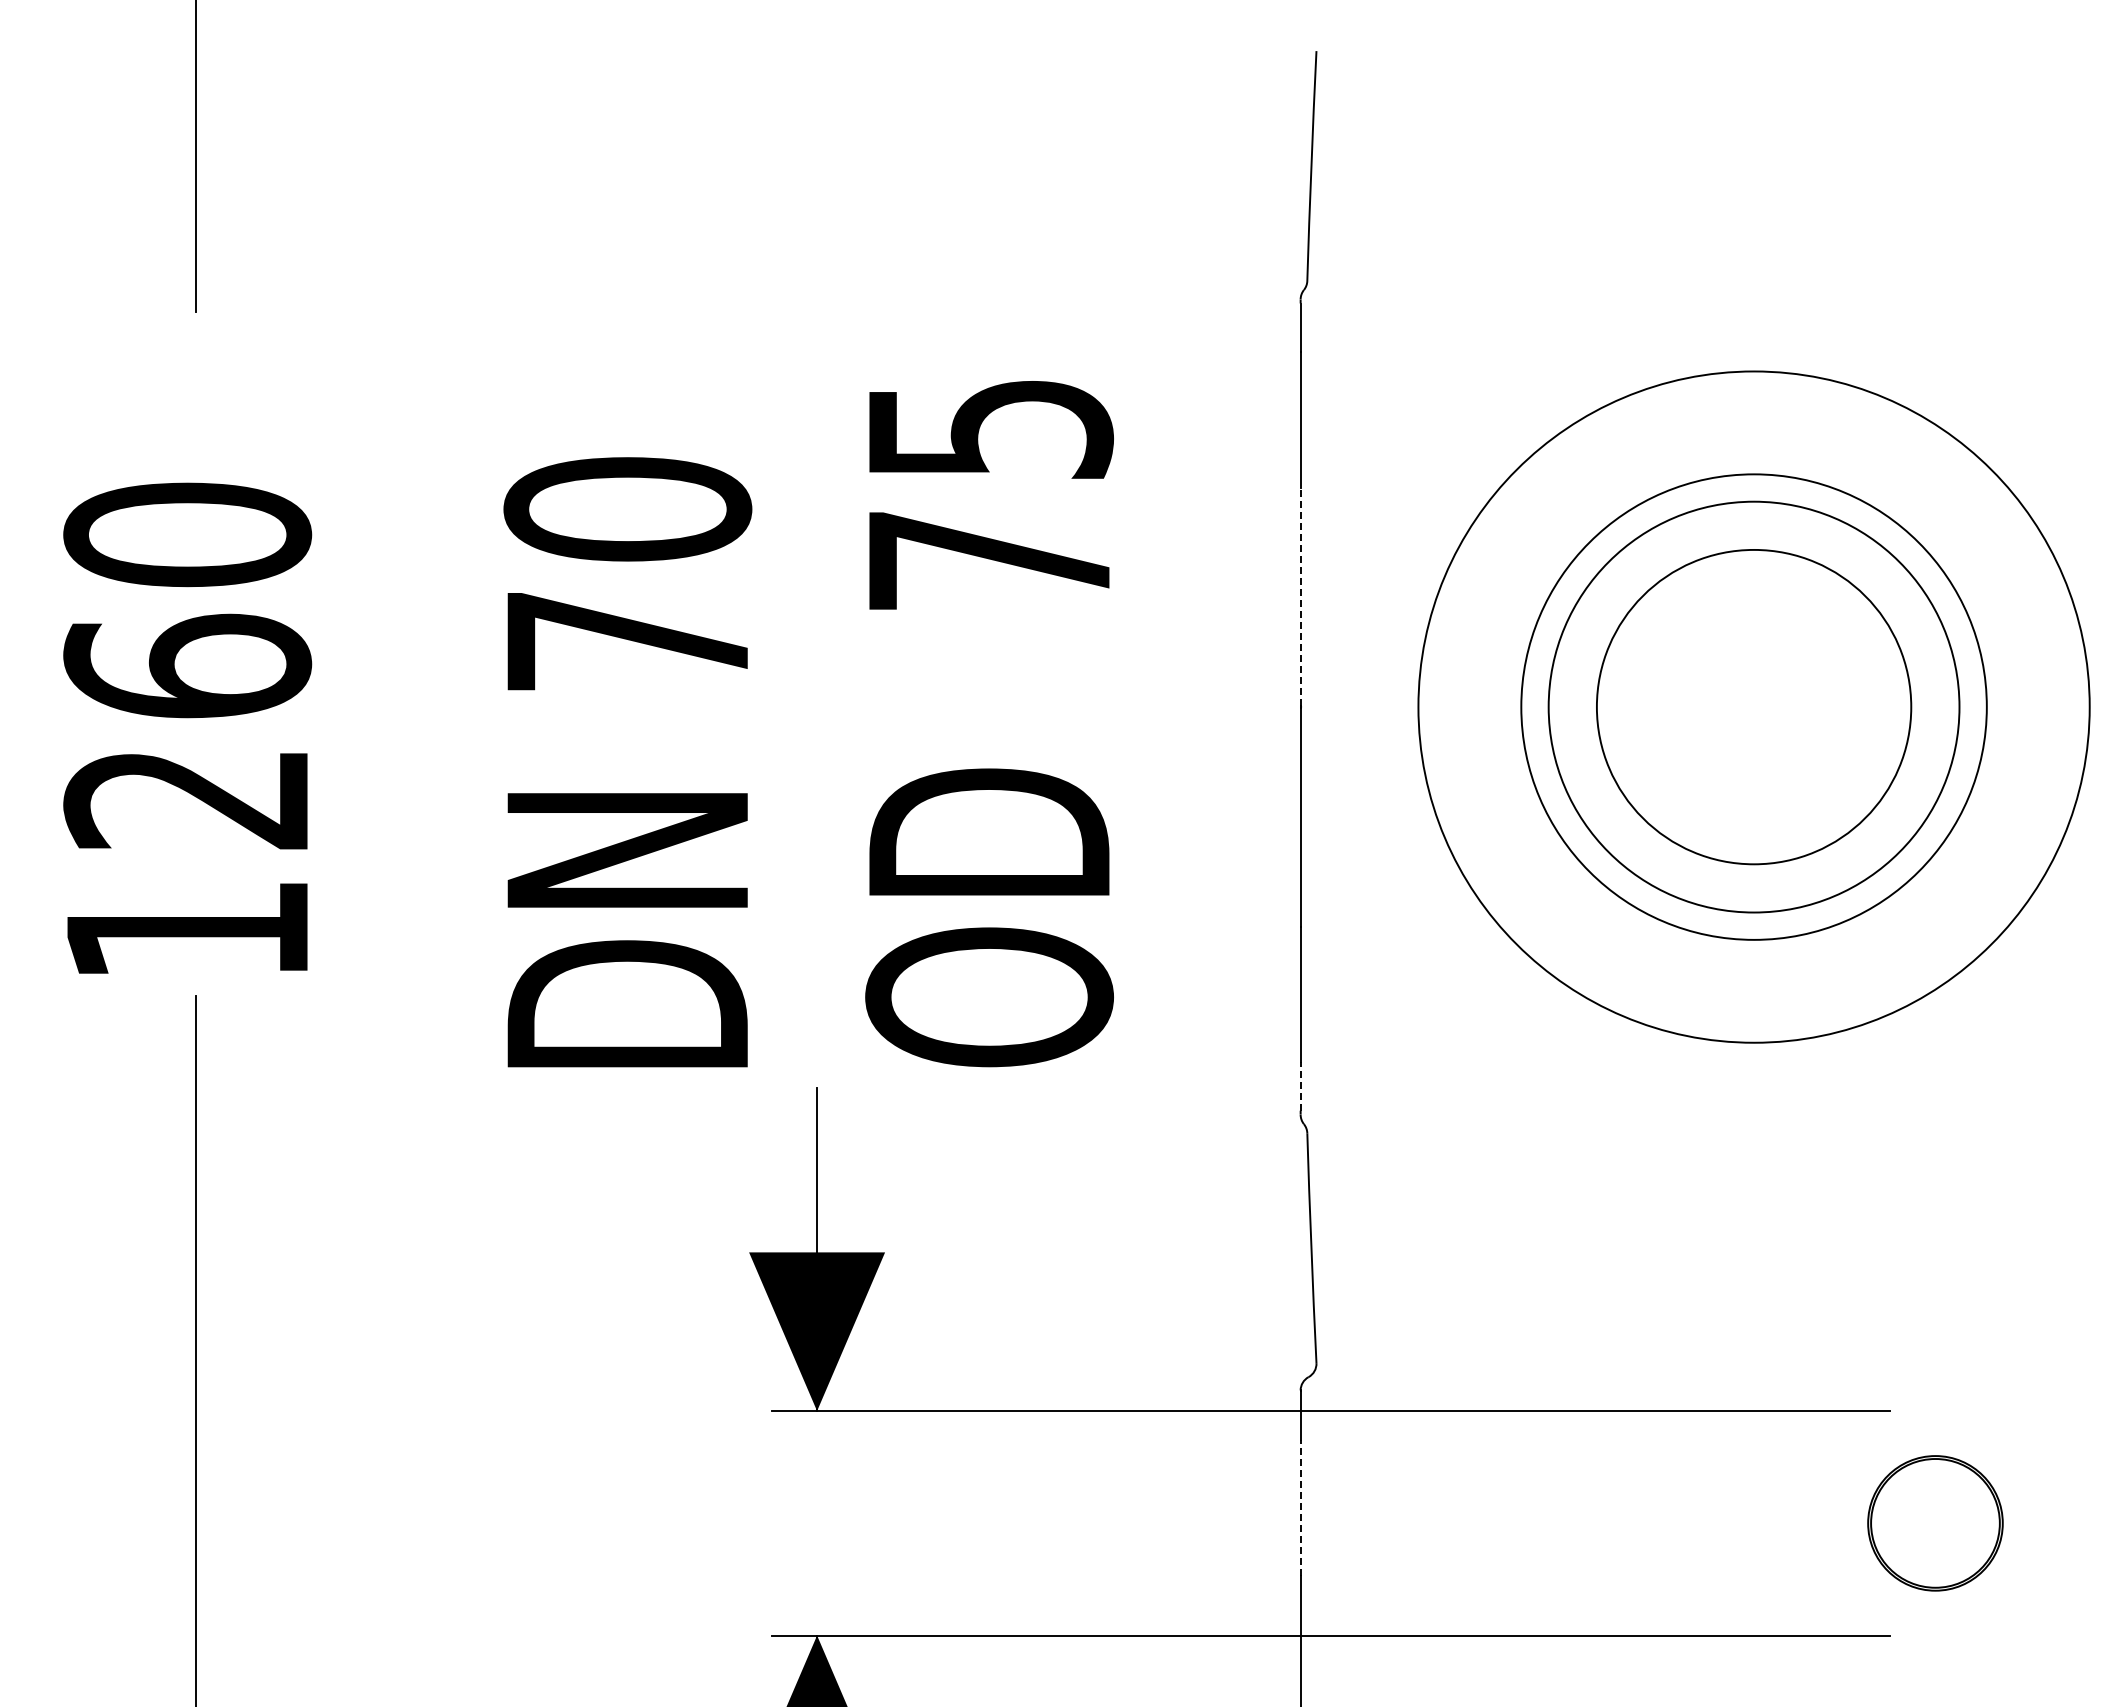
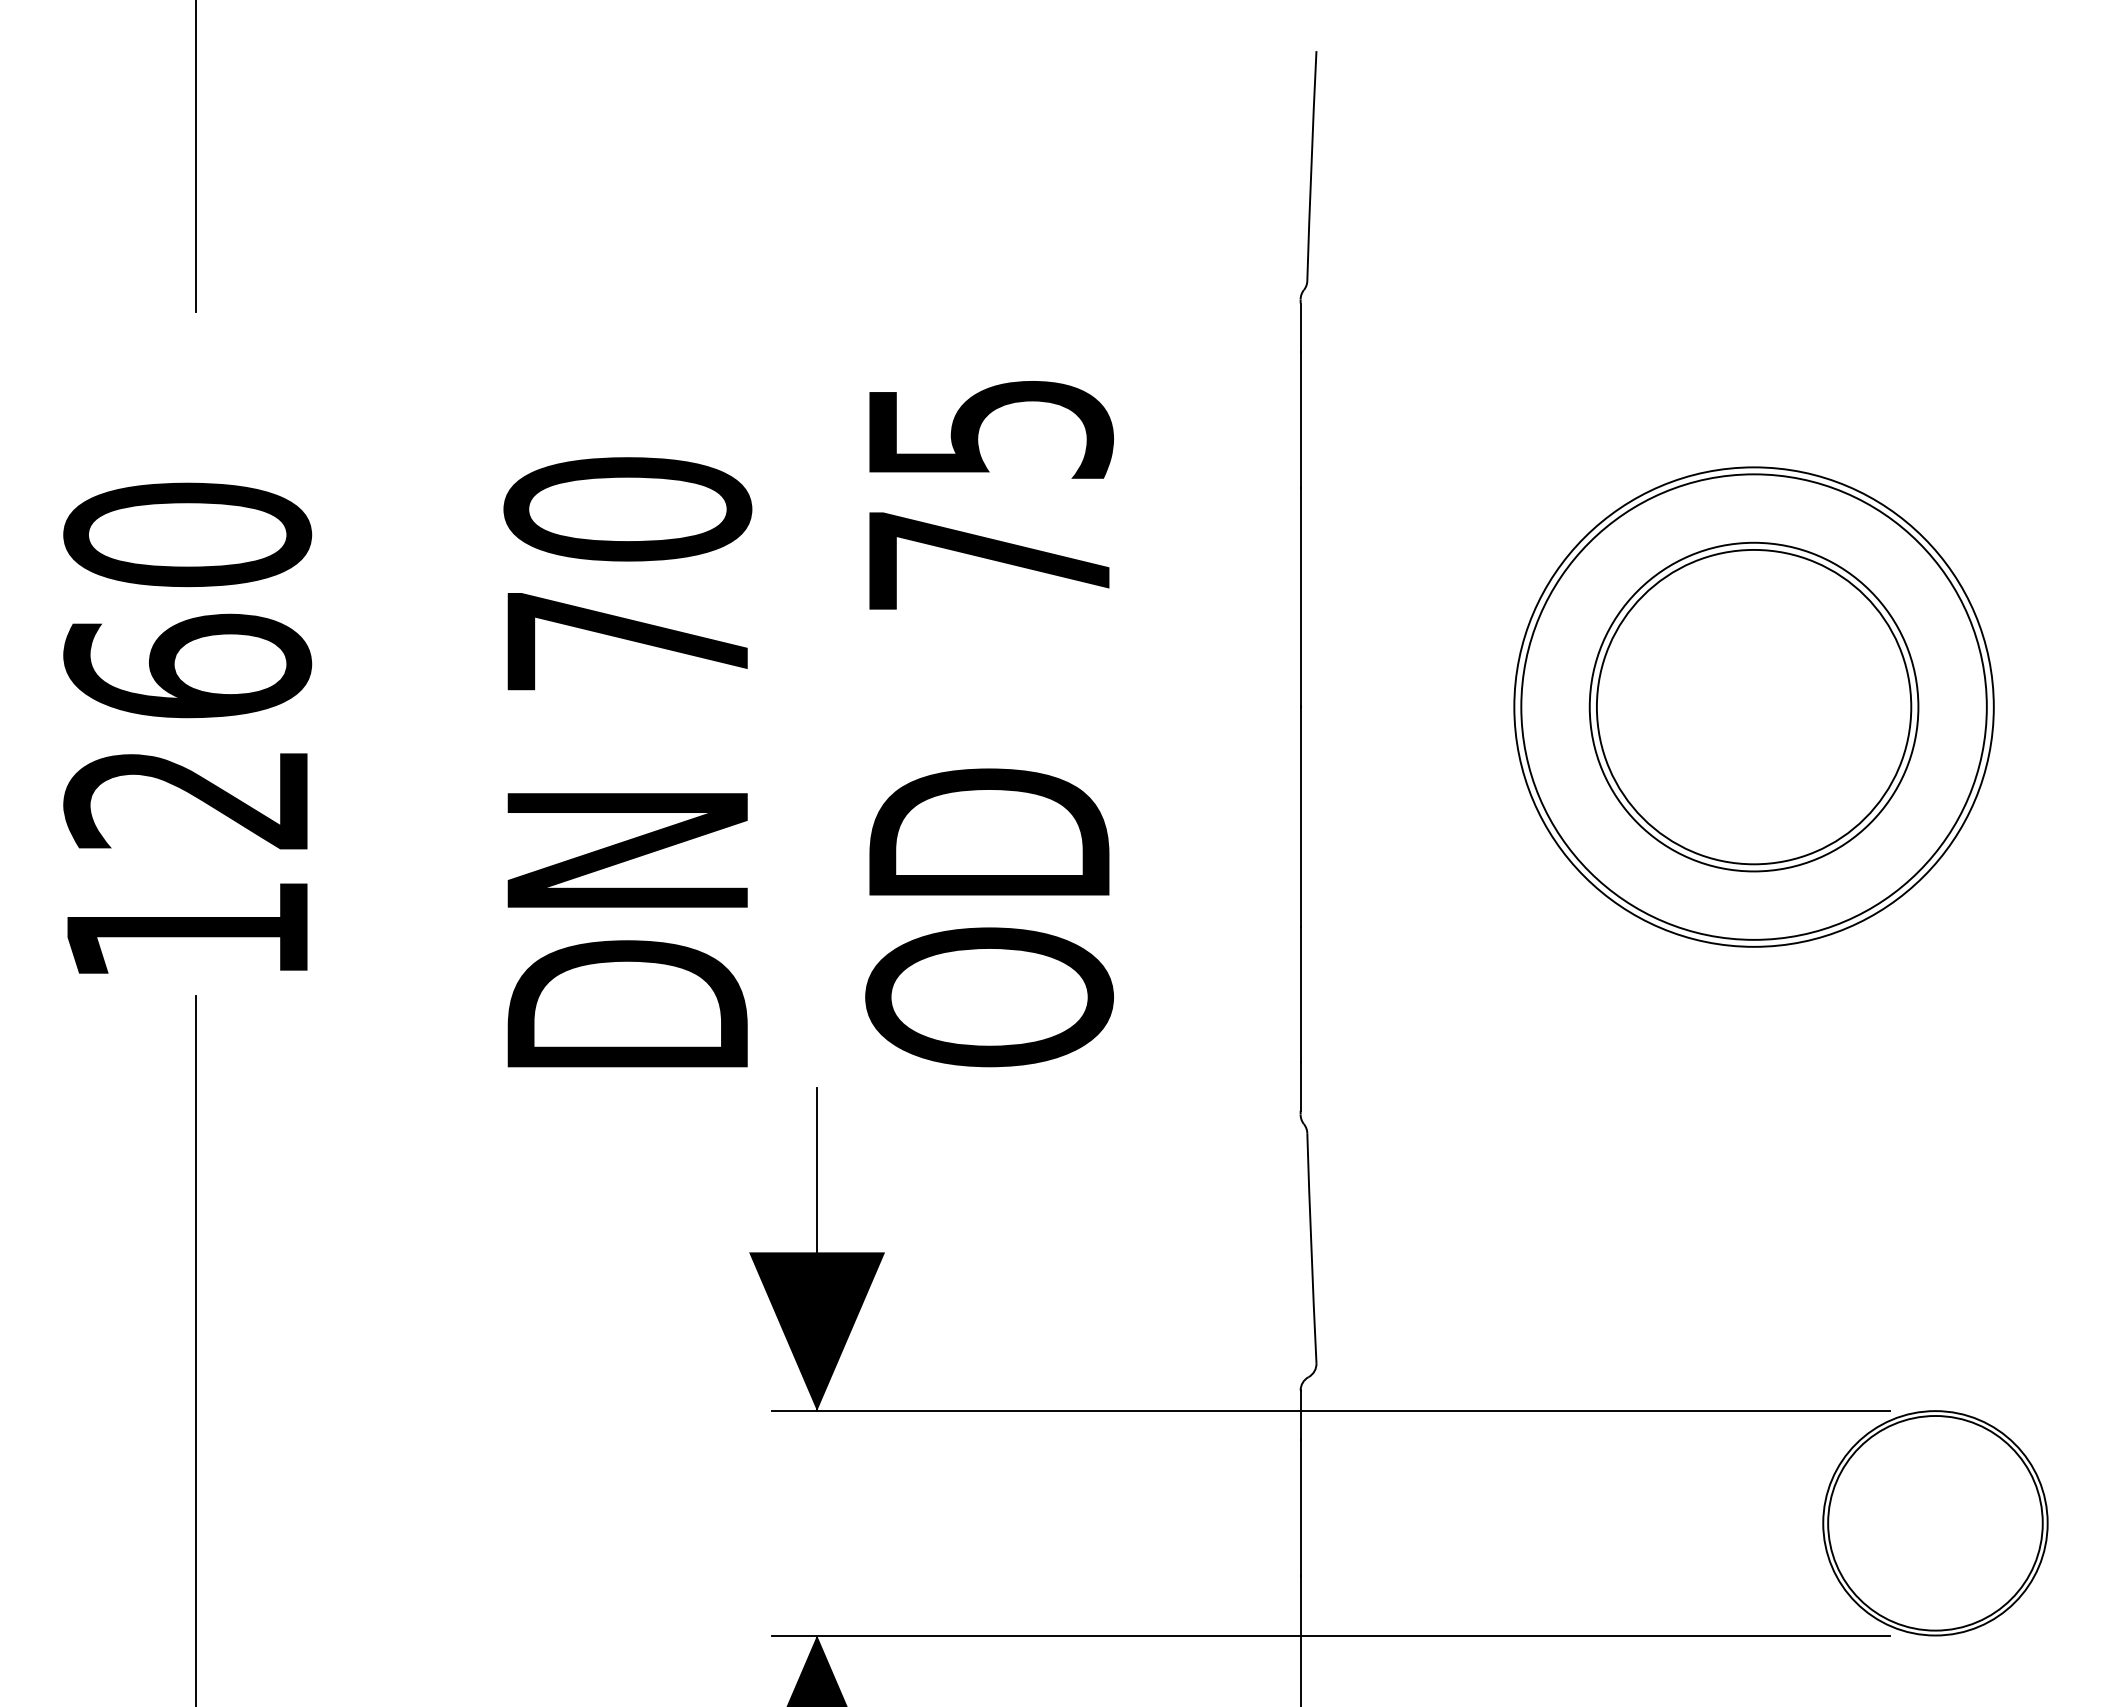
line at (1300, 596): dashed -> solid
circle at (1753, 706) diameter: 411 px -> 329 px
circle at (1753, 706) diameter: 671 px -> 479 px
line at (1300, 1086): dashed -> solid
line at (1300, 1508): dashed -> solid
part at (1935, 1523) size: 137x137 px -> 227x227 px
